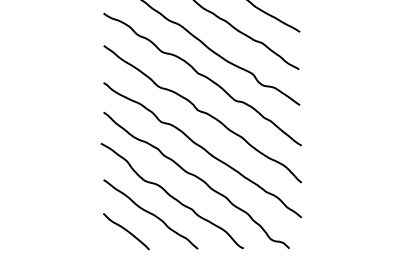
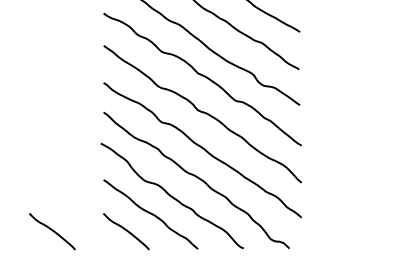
curve at (52, 231): none -> present
